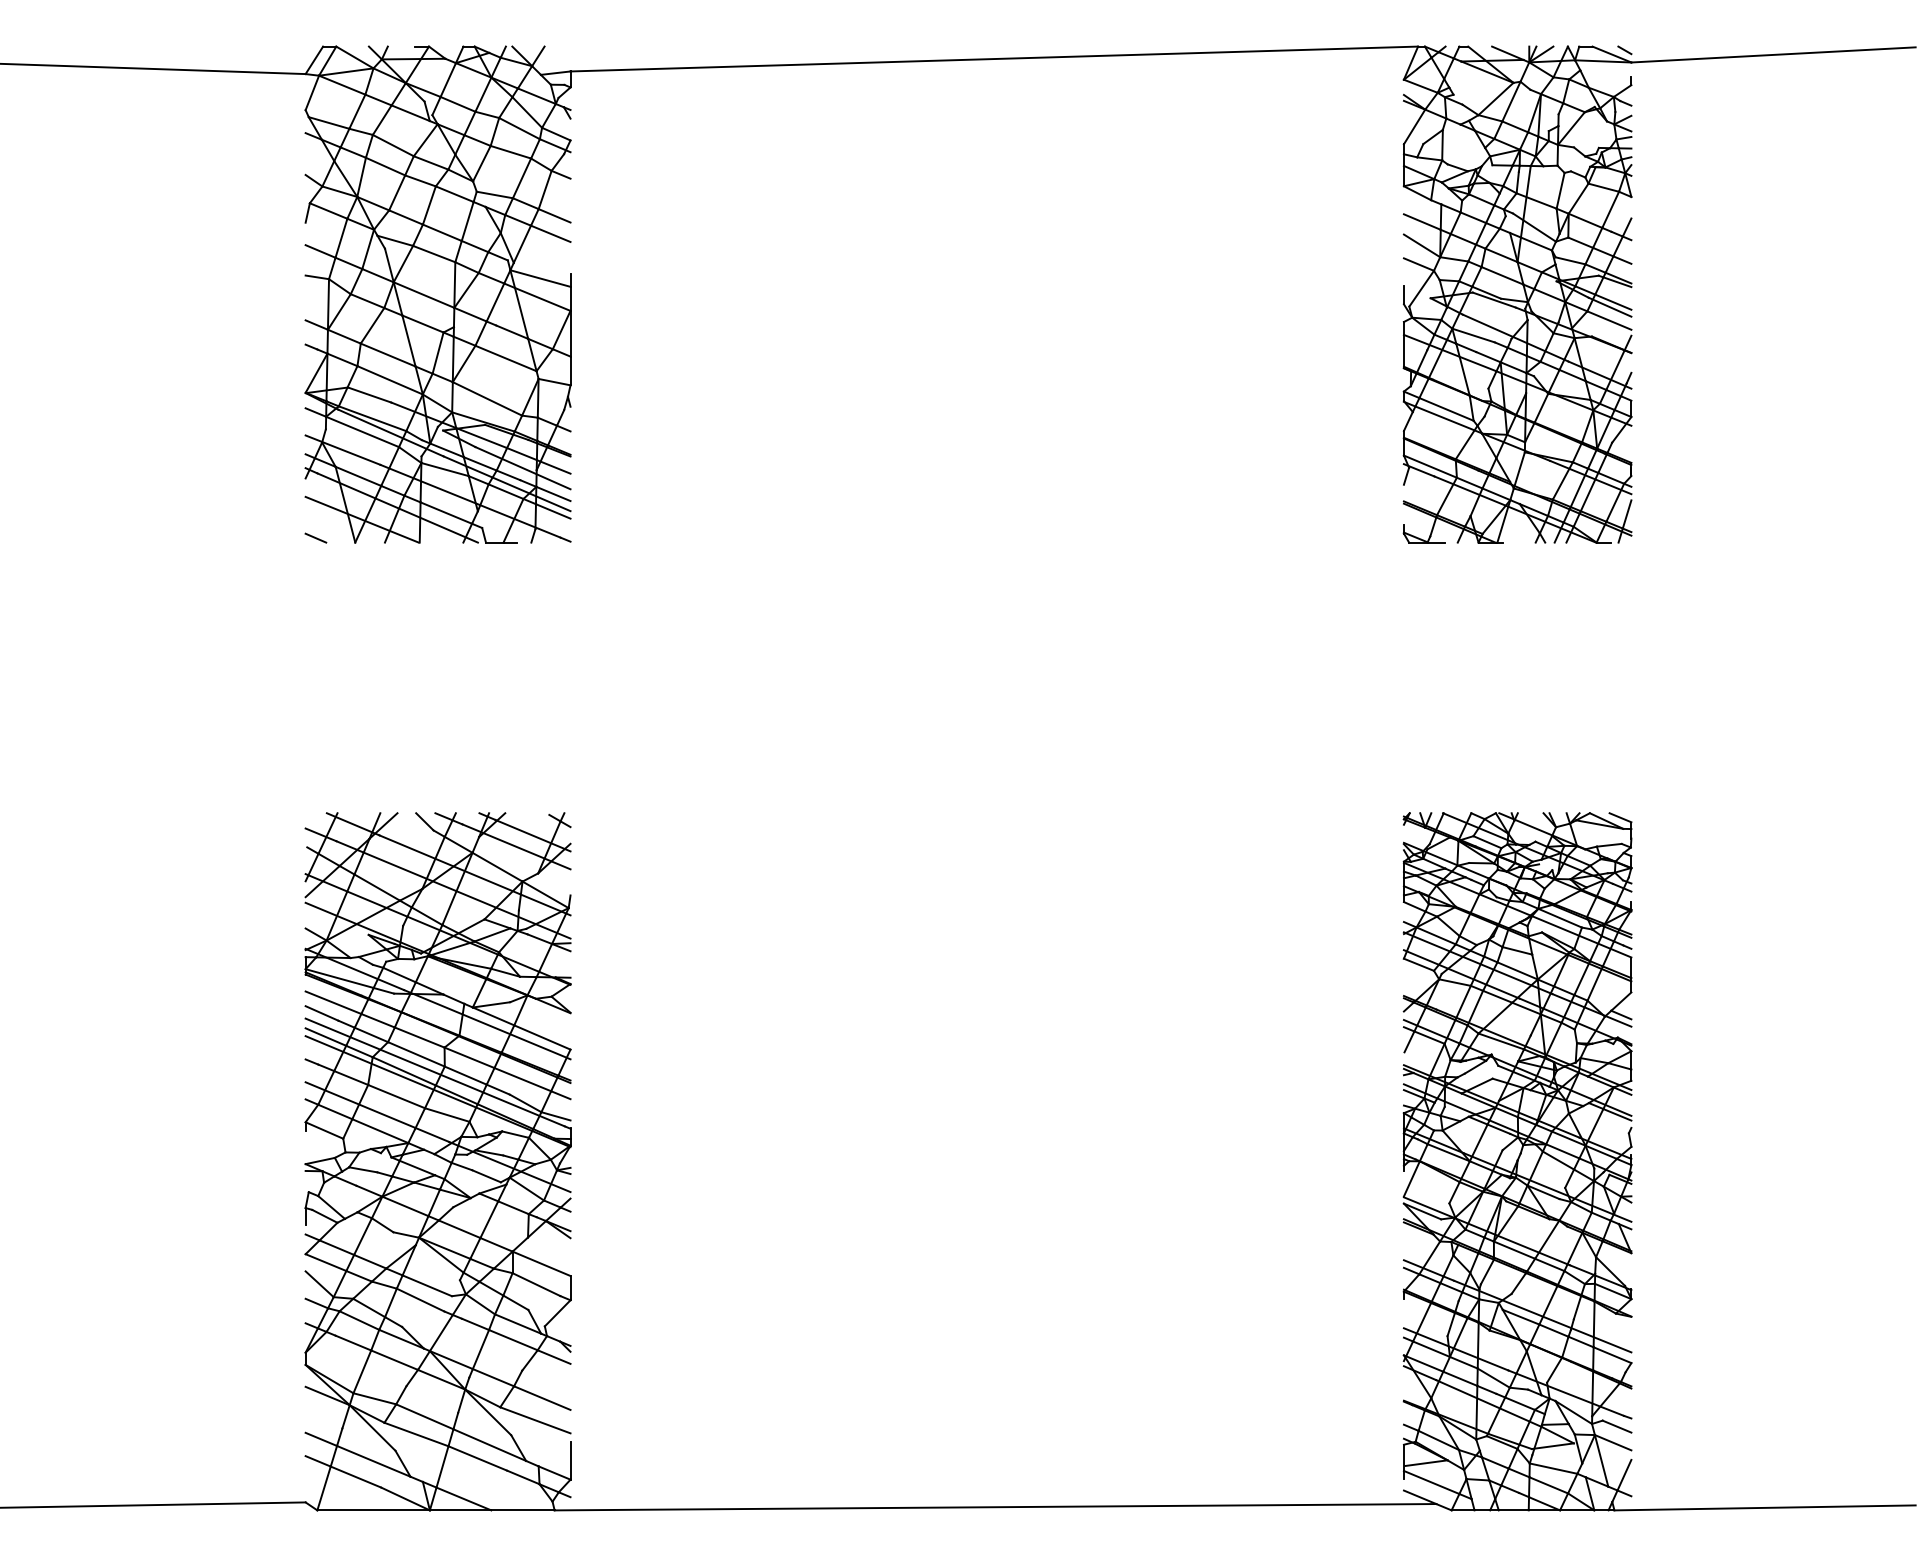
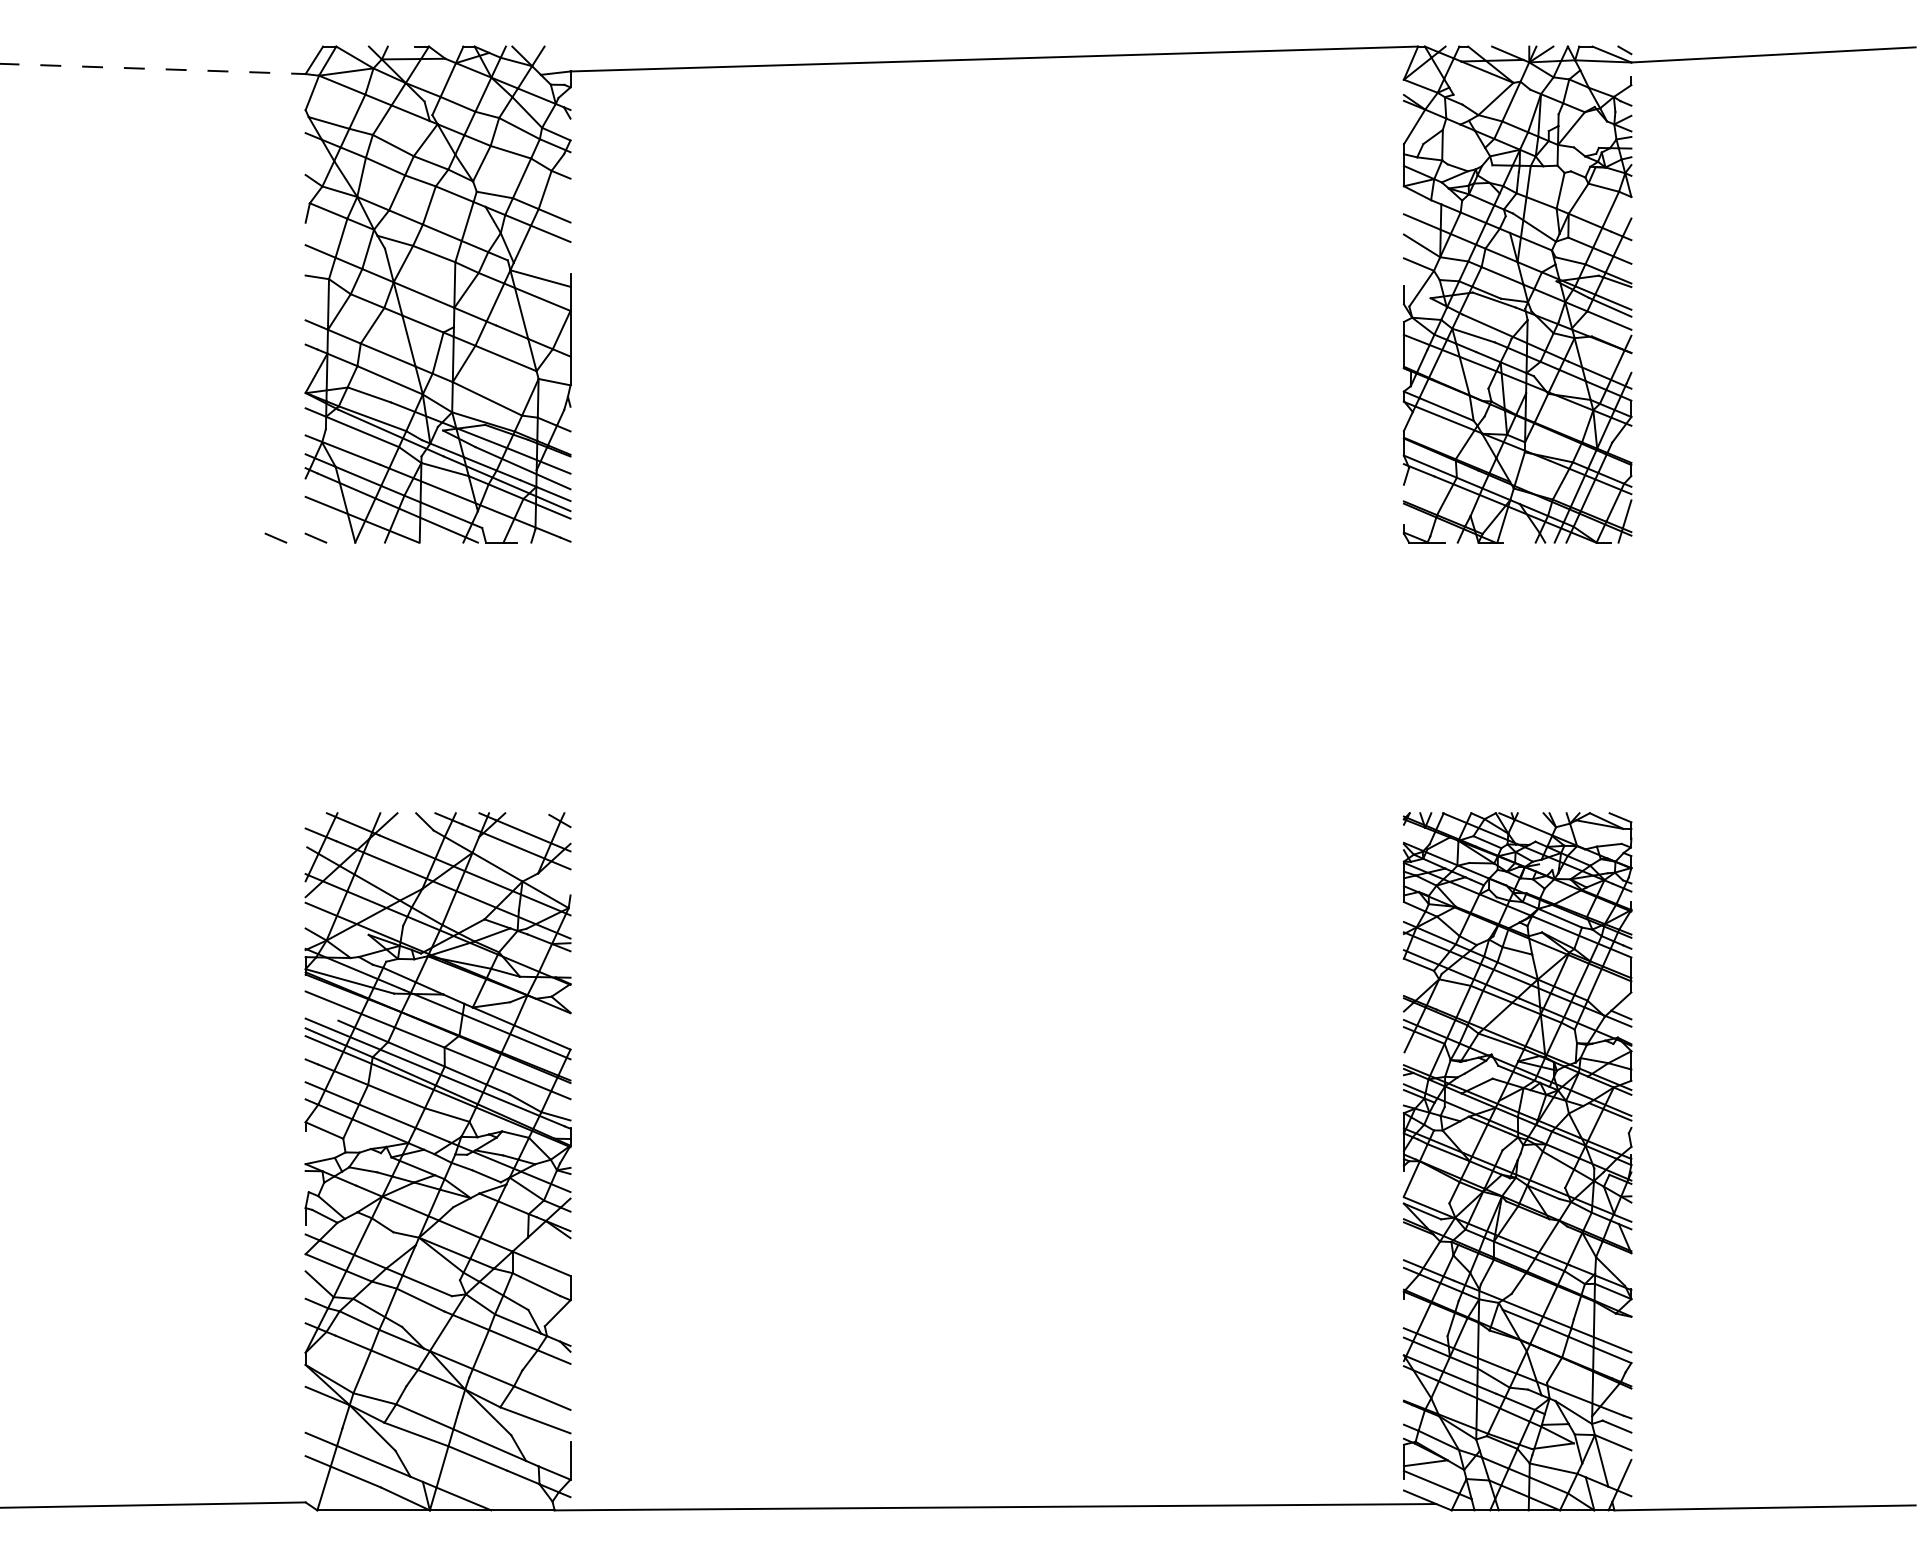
line at (152, 68): solid -> dashed
line at (275, 537): none -> present
line at (321, 1013): present -> none
